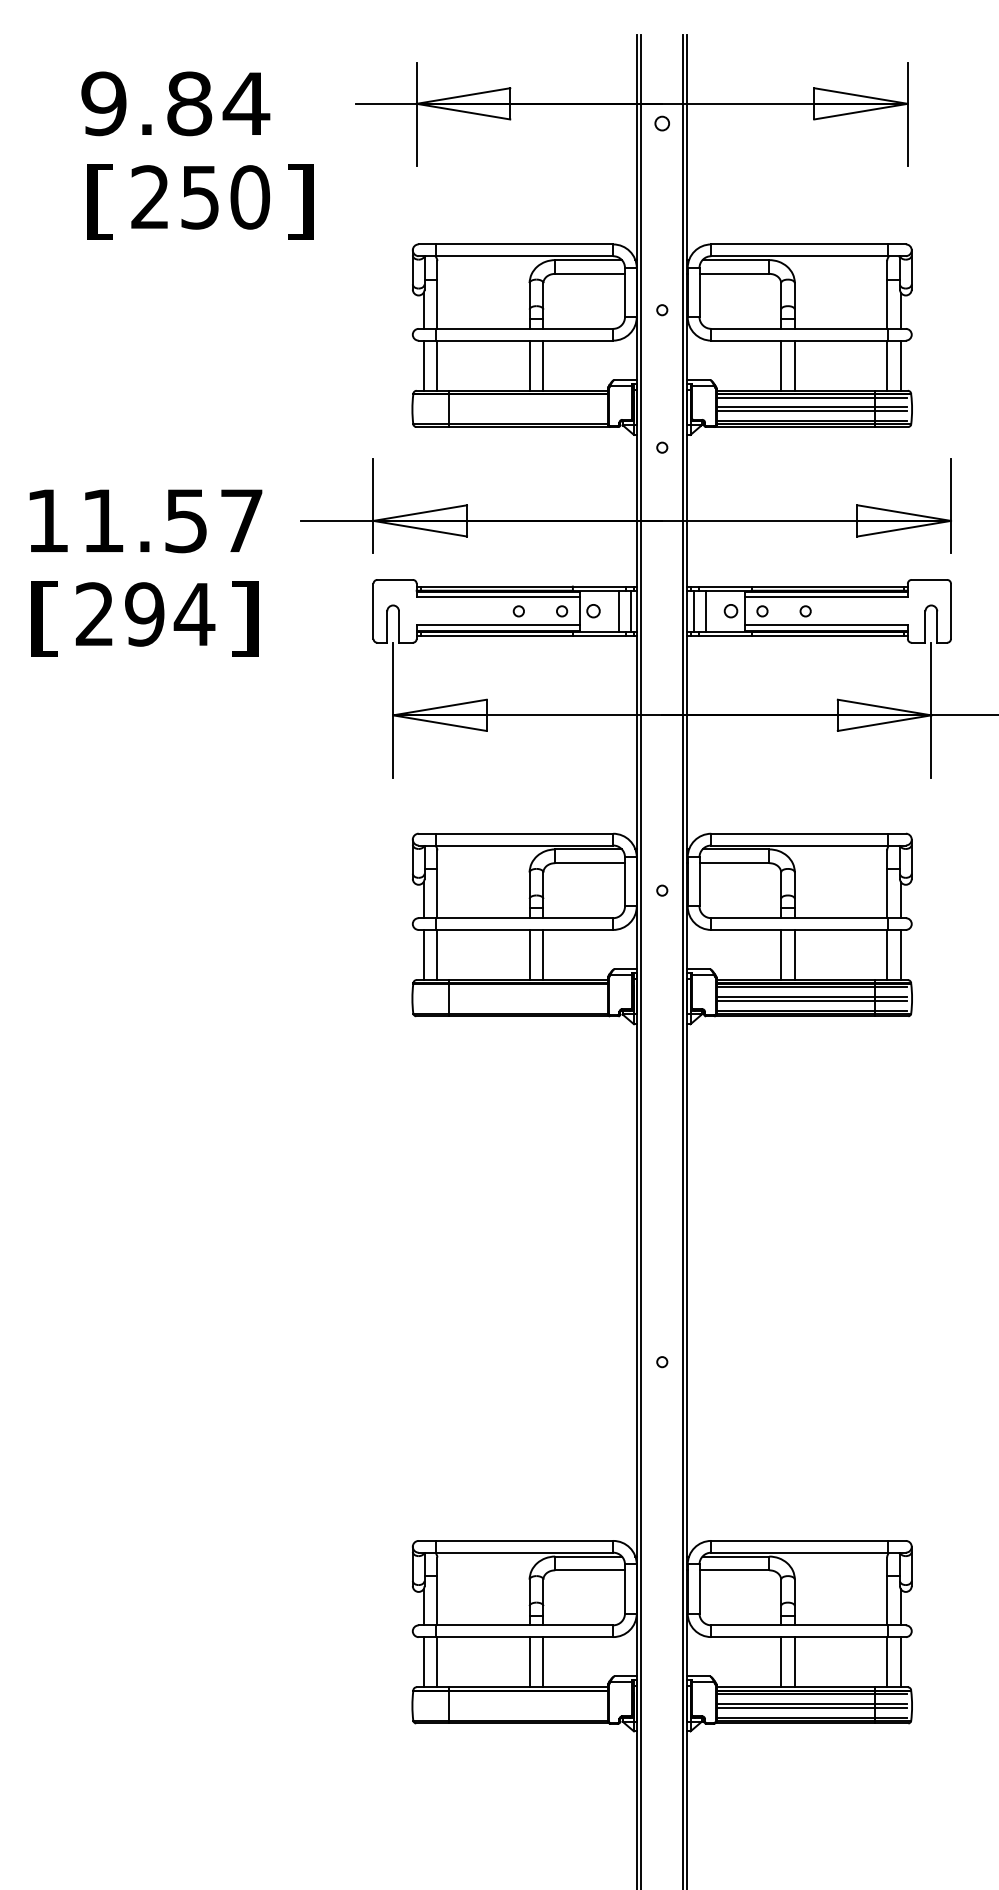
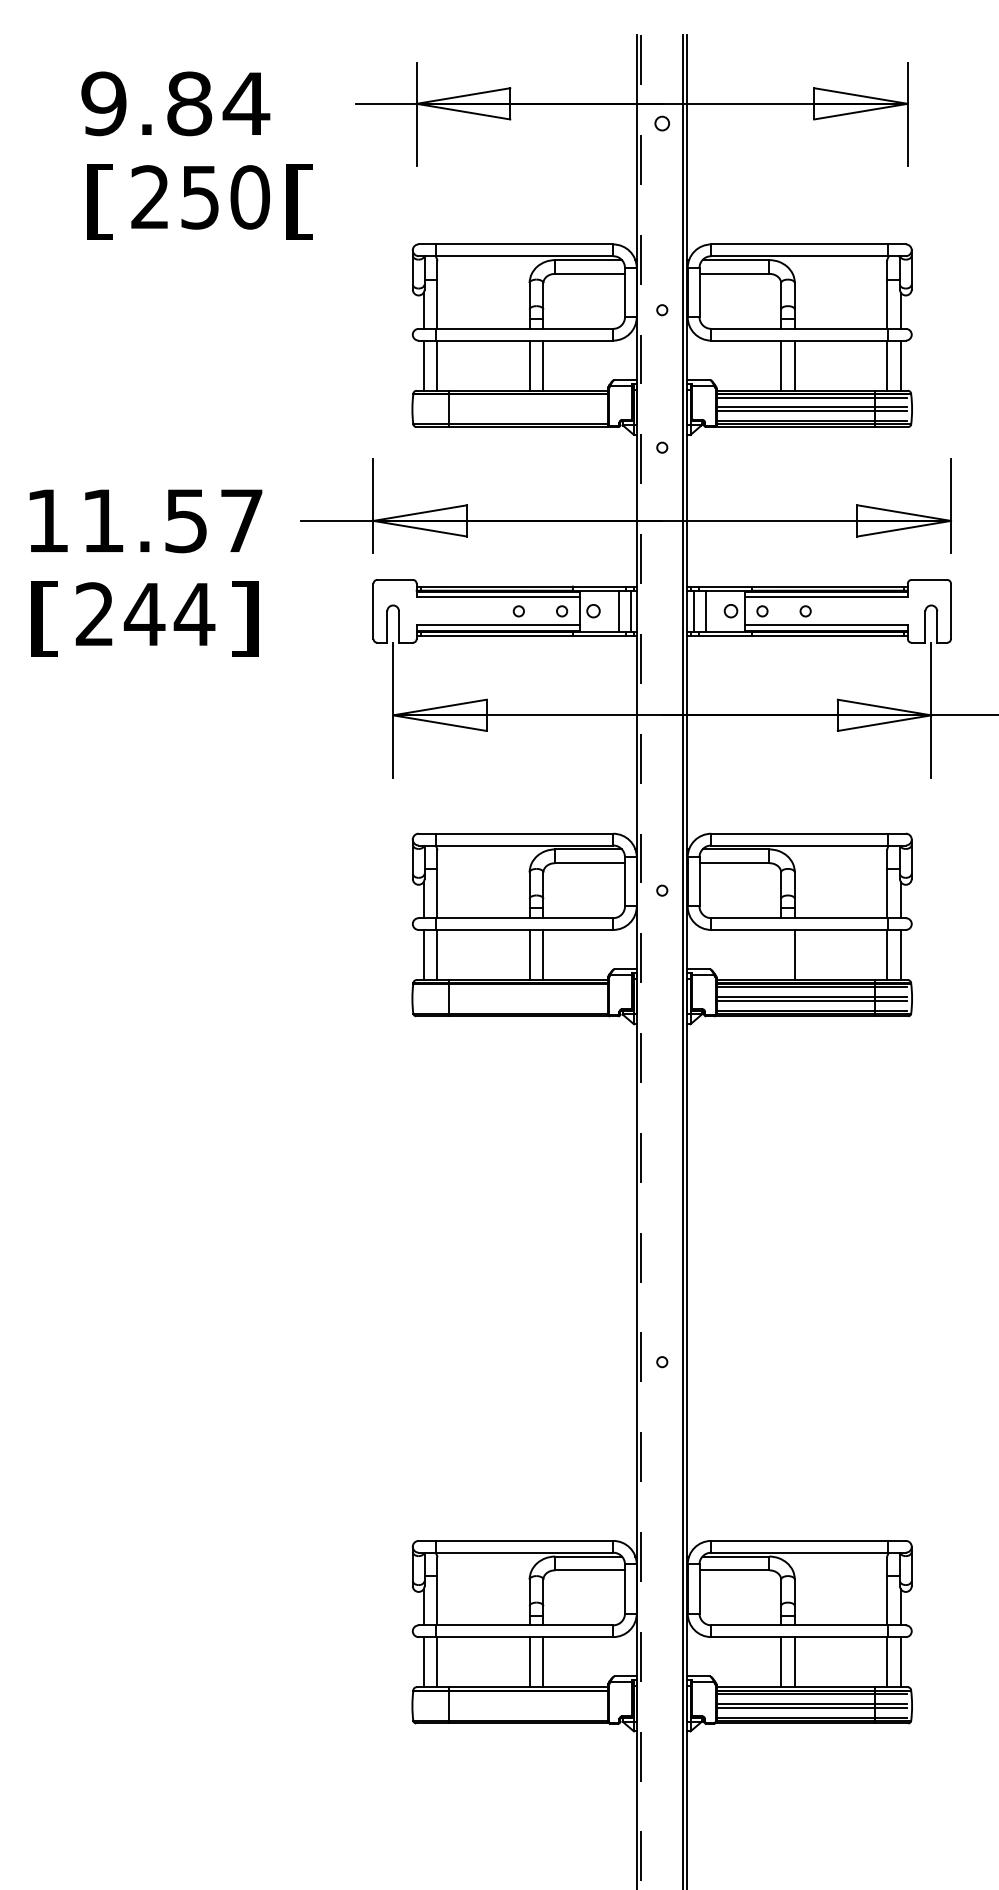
text at (299, 201): ] -> [
text at (144, 614): 294 -> 244
line at (781, 954): present -> none
line at (641, 962): solid -> dashed
